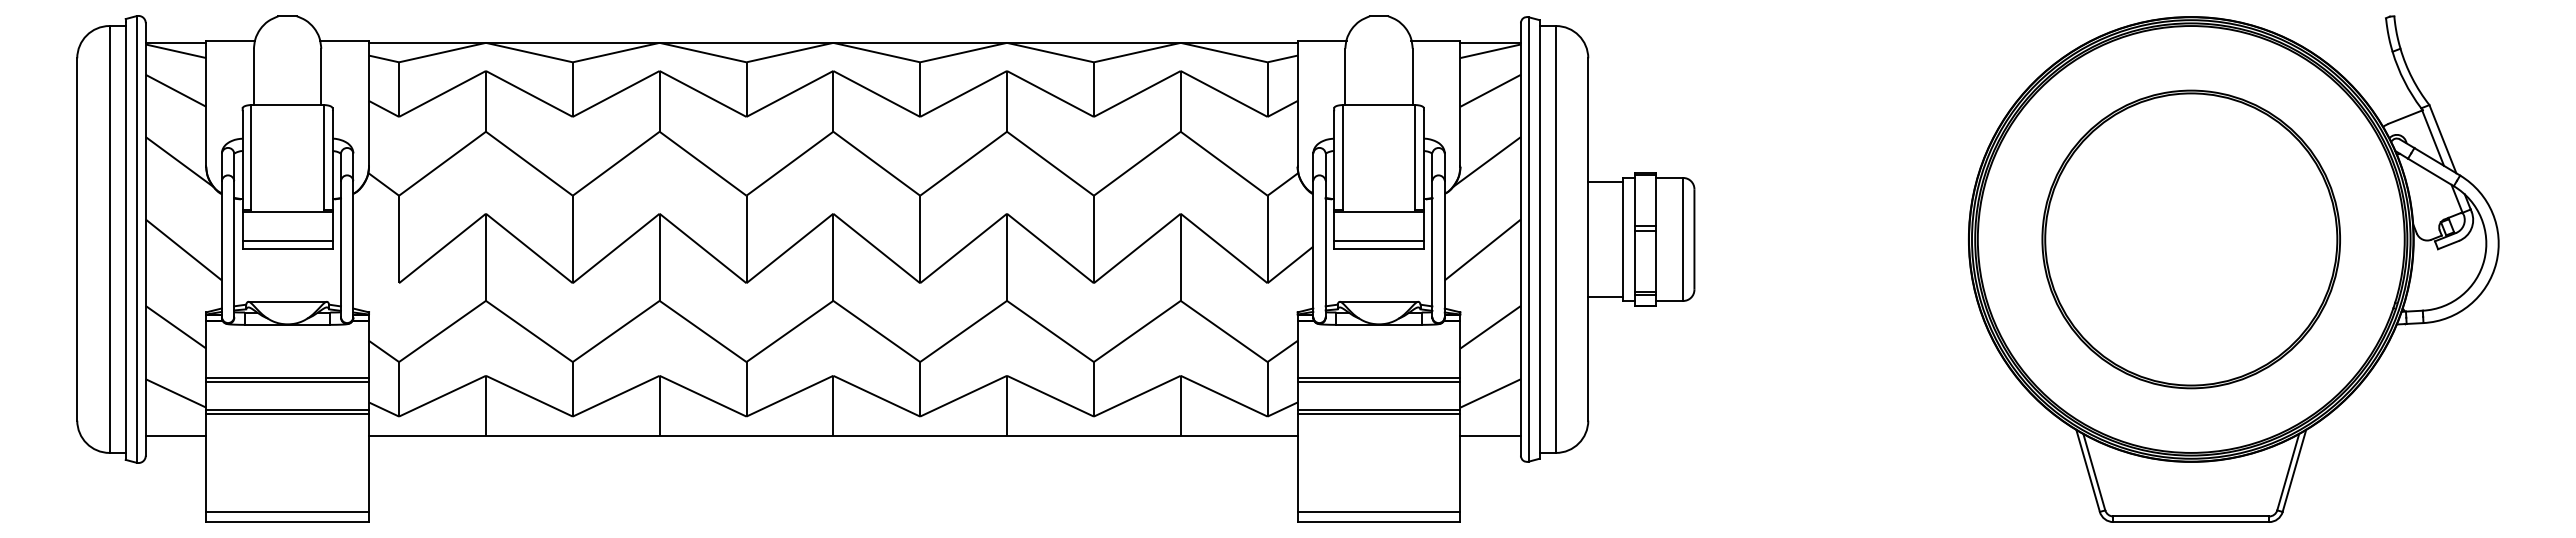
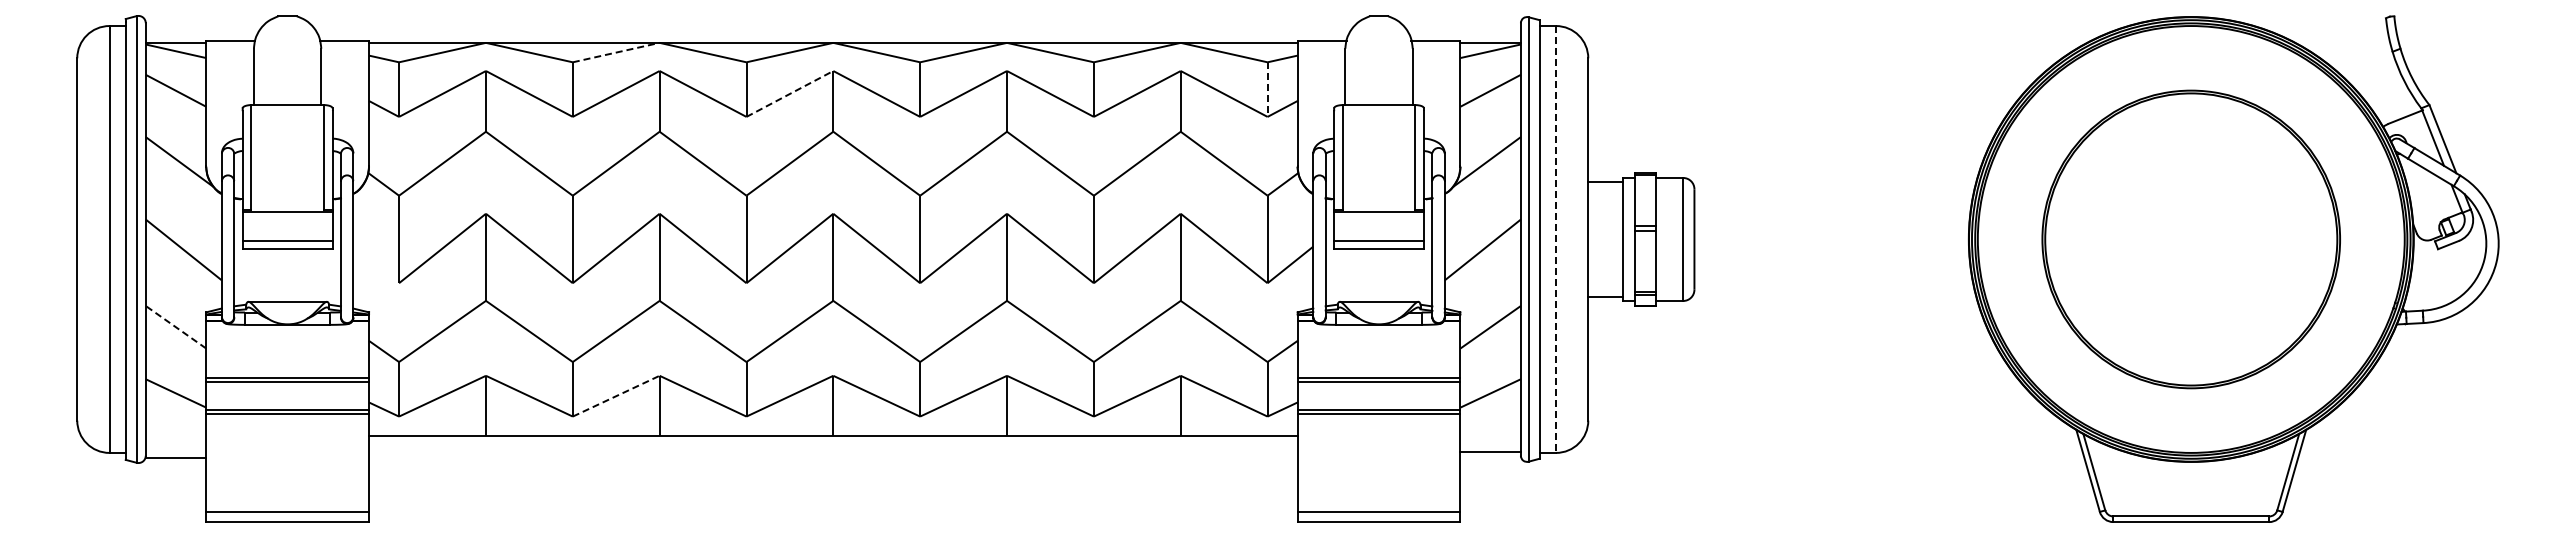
line at (616, 52): solid -> dashed
line at (1267, 90): solid -> dashed
line at (790, 93): solid -> dashed
line at (1555, 239): solid -> dashed
line at (175, 327): solid -> dashed
line at (616, 396): solid -> dashed
line at (175, 436) position: (175, 436) -> (175, 458)
line at (1490, 436) position: (1490, 436) -> (1490, 452)
